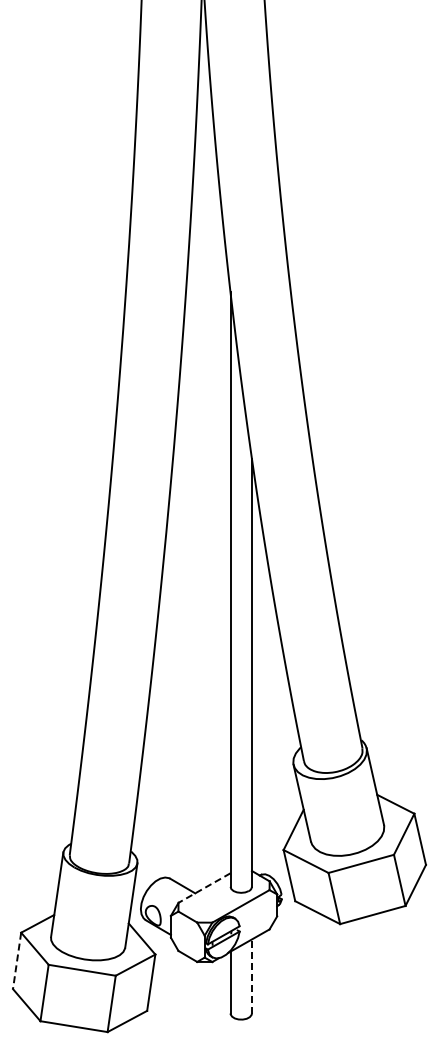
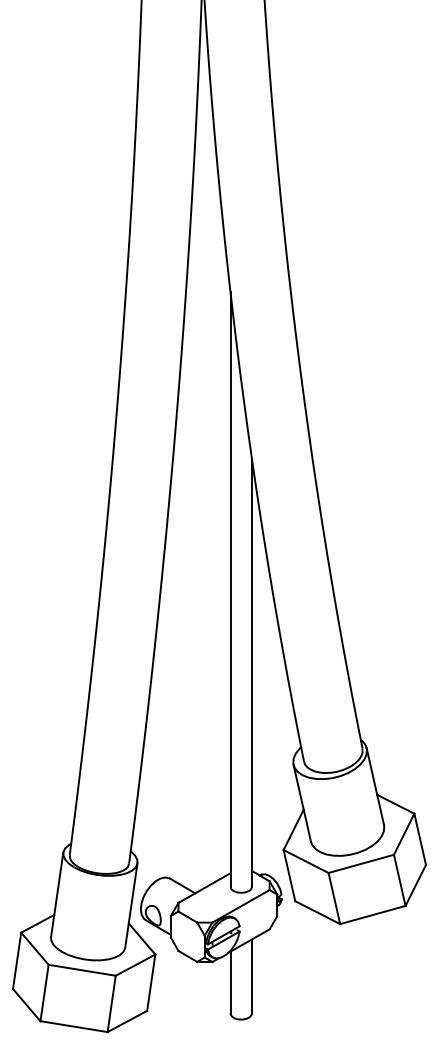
line at (204, 888): dashed -> solid
line at (17, 961): dashed -> solid
line at (251, 976): dashed -> solid
